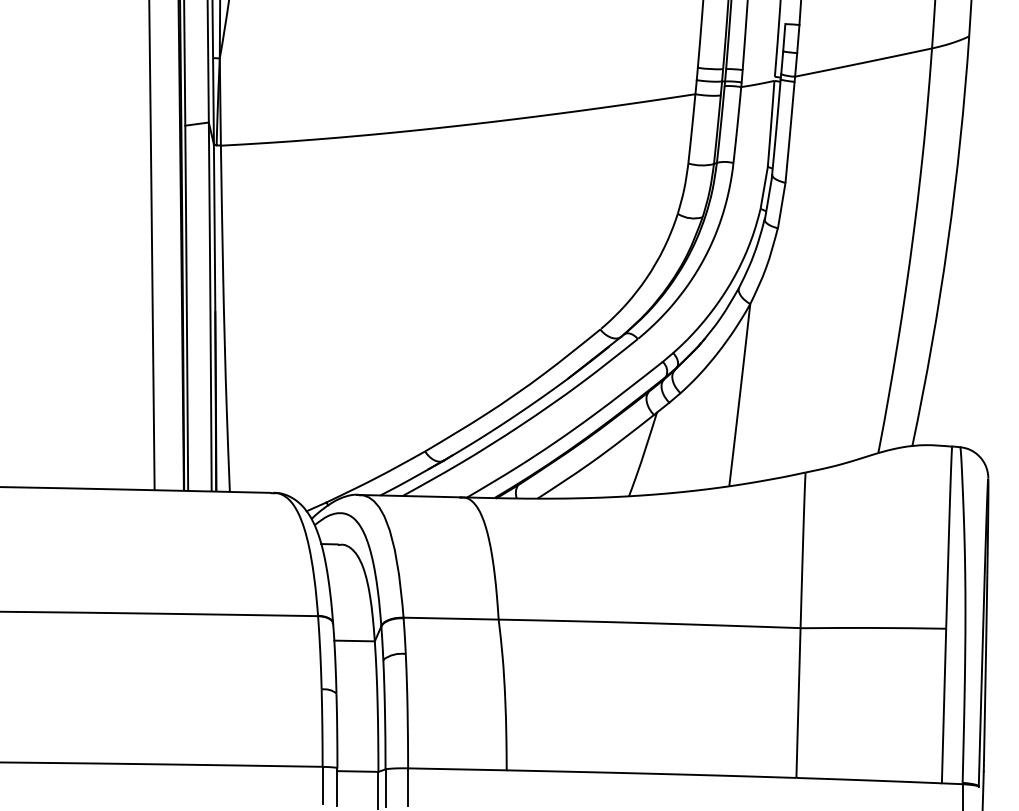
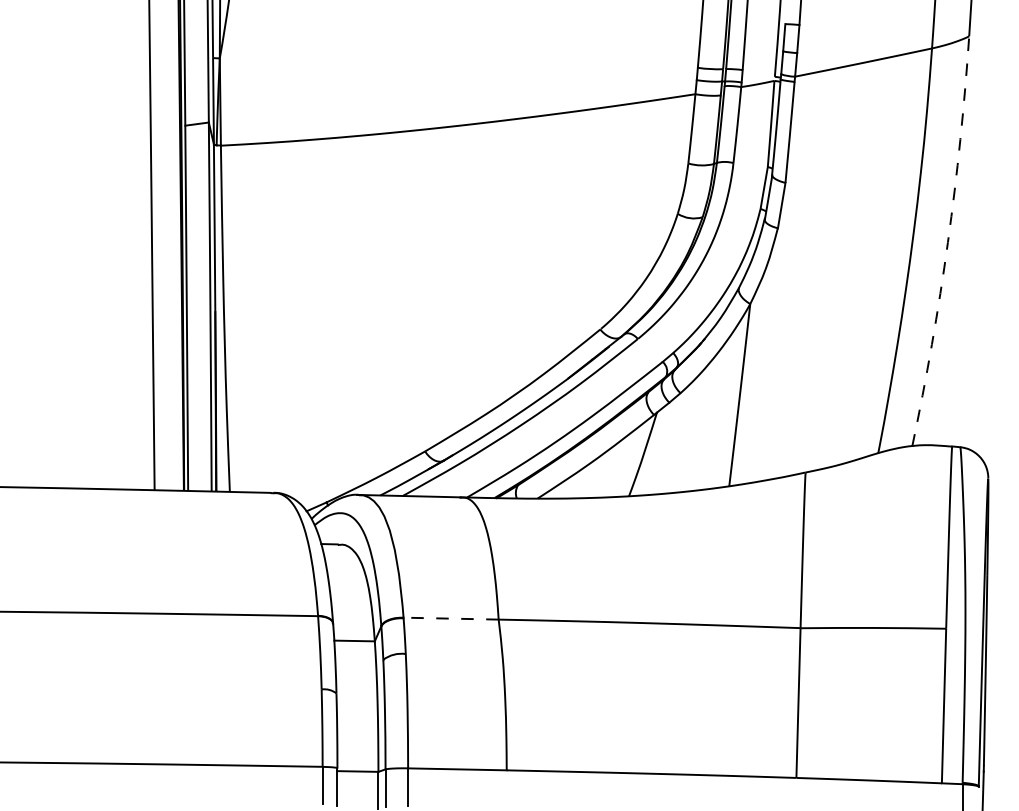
arc at (947, 242): solid -> dashed
line at (451, 618): solid -> dashed
